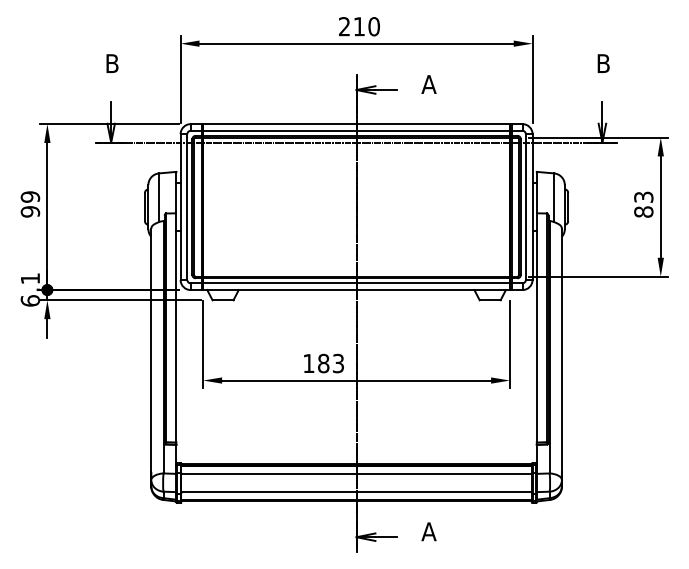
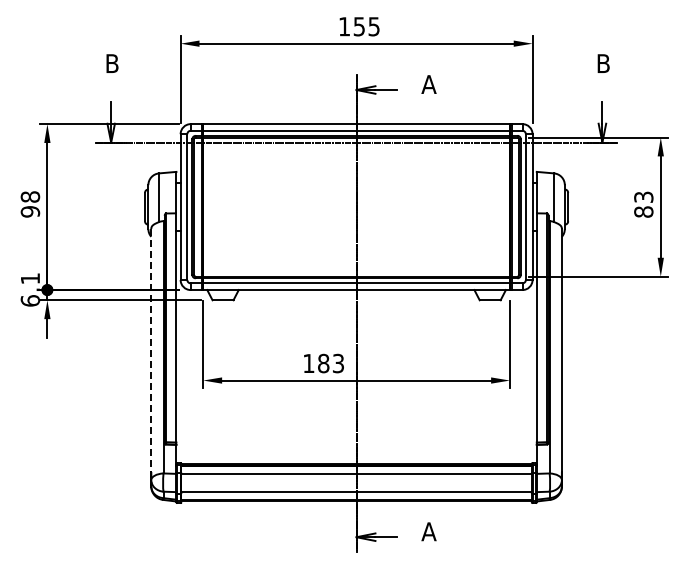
text at (359, 26): 210 -> 155
text at (30, 196): 99 -> 98
line at (151, 350): solid -> dashed
